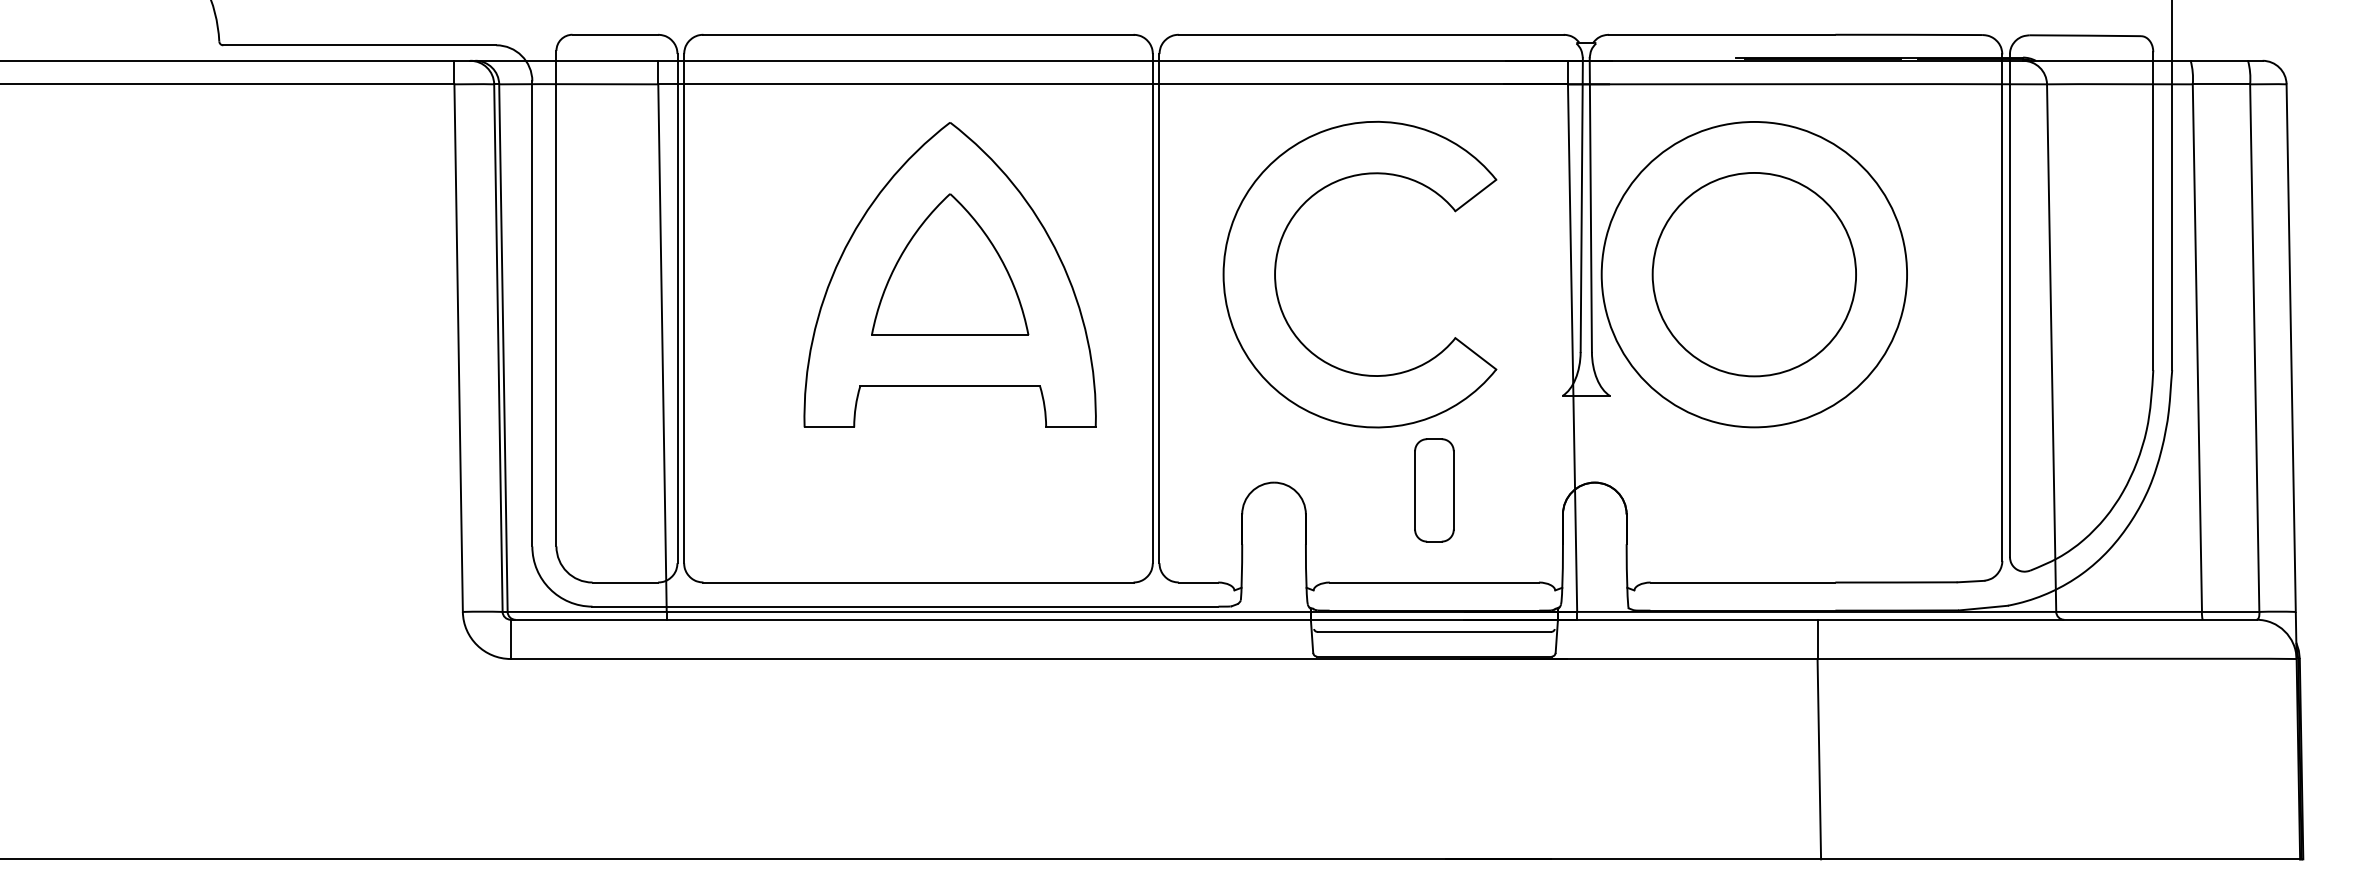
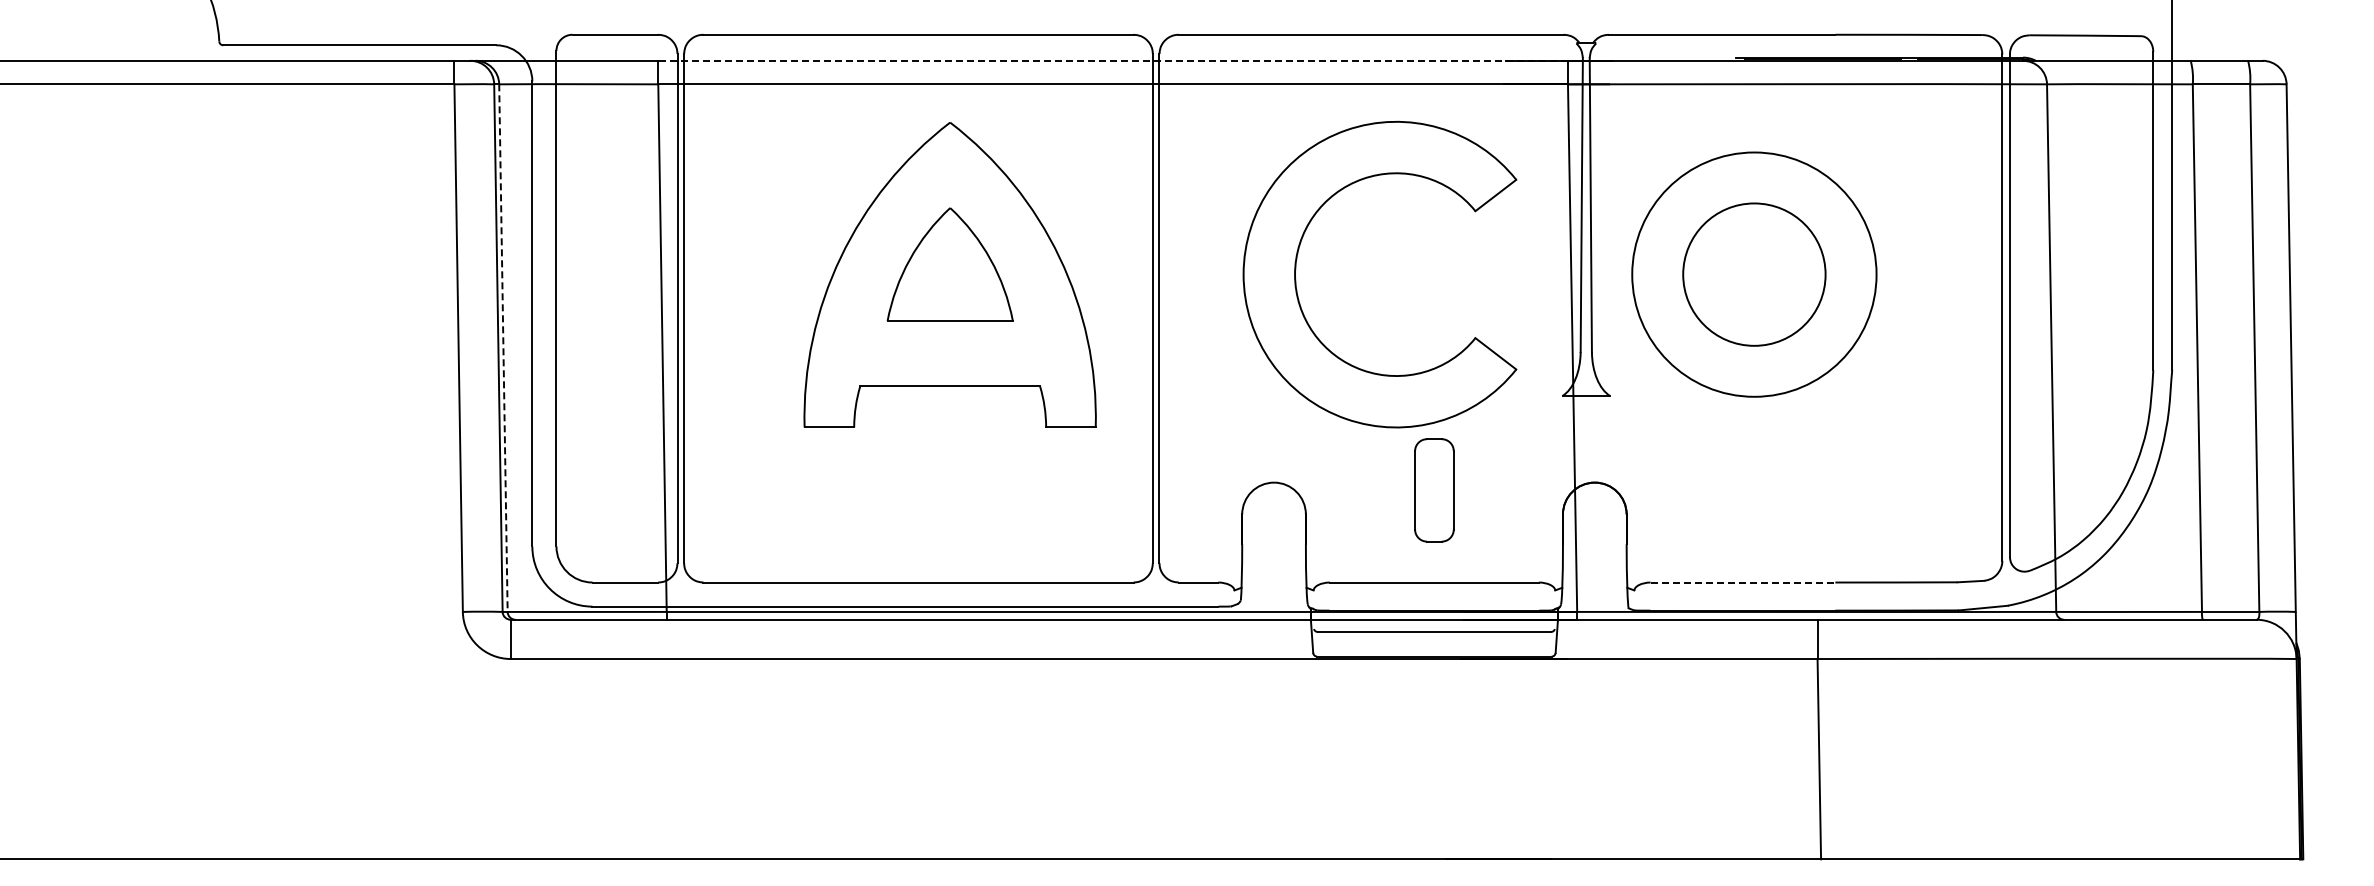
line at (1113, 60): solid -> dashed
part at (950, 264) size: 159x143 px -> 128x115 px
part at (1276, 269) position: (1276, 269) -> (1296, 269)
circle at (1754, 274) diameter: 203 px -> 142 px
circle at (1754, 274) diameter: 305 px -> 244 px
line at (503, 348): solid -> dashed
line at (1743, 582): solid -> dashed
